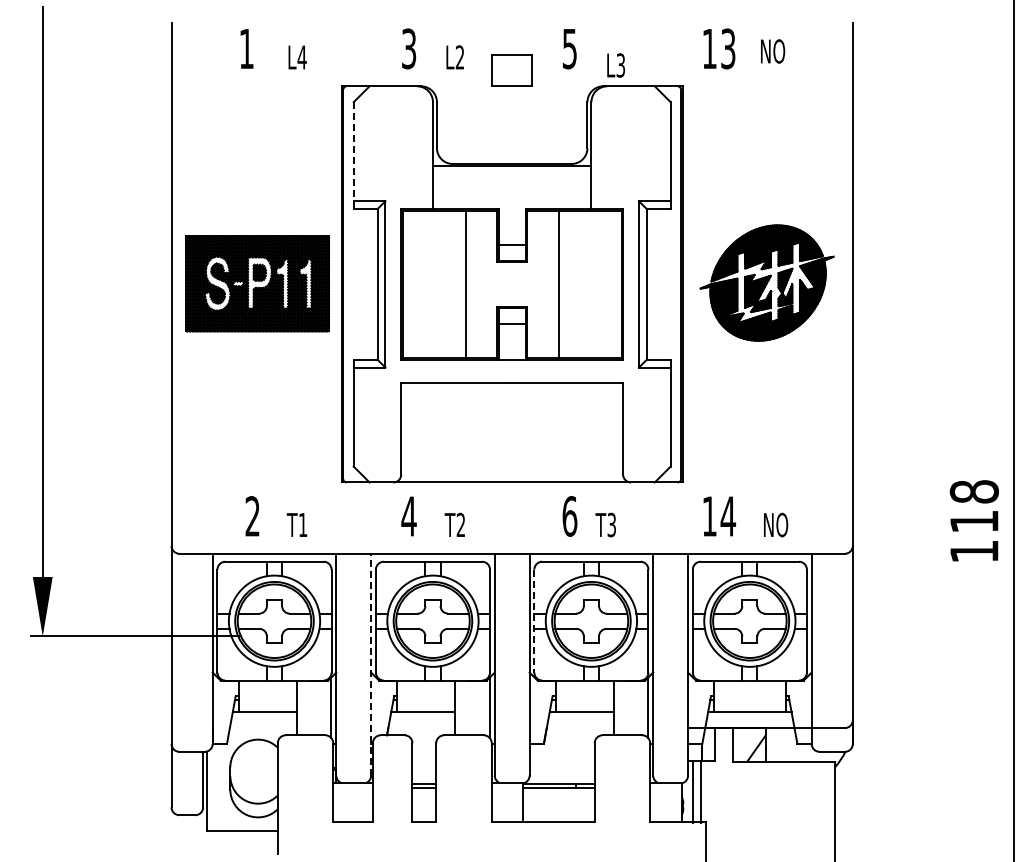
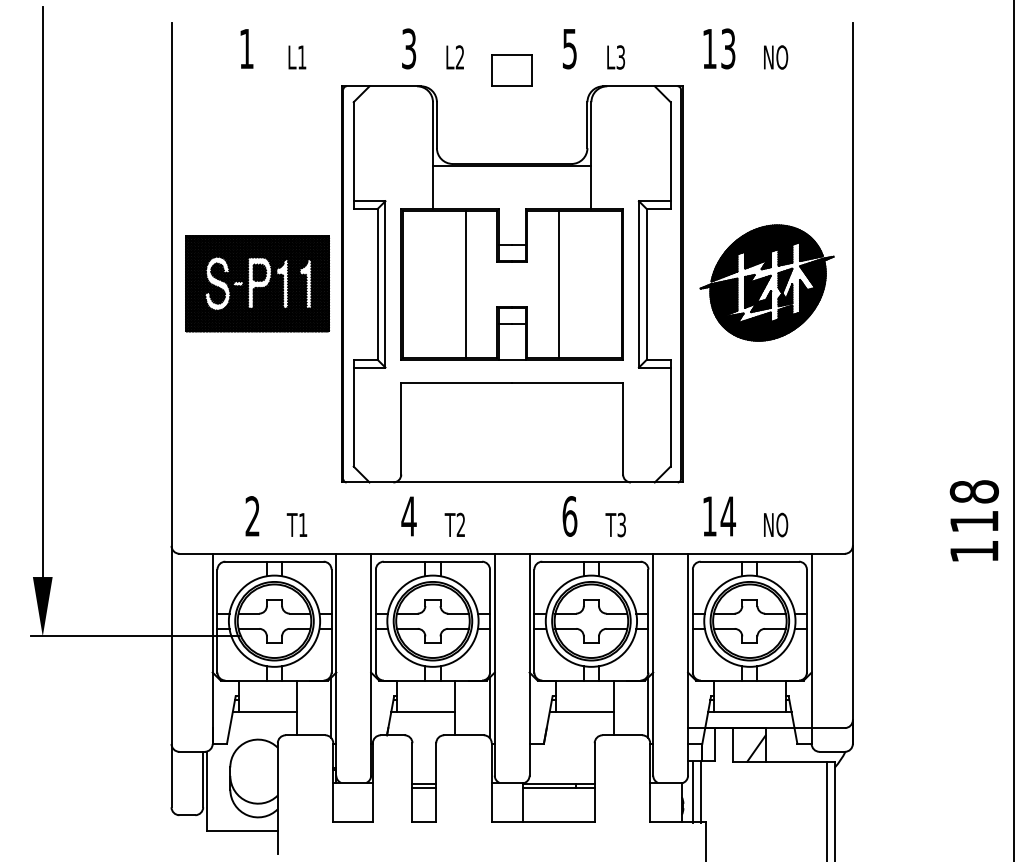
text at (773, 51) position: (773, 51) -> (776, 57)
text at (301, 57): L4 -> L1
text at (615, 65) position: (615, 65) -> (615, 57)
line at (353, 156): dashed -> solid
text at (605, 524) position: (605, 524) -> (615, 524)
line at (534, 621): dashed -> solid
line at (371, 664): dashed -> solid
line at (826, 809): none -> present
